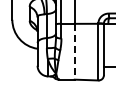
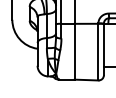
line at (74, 51): dashed -> solid
